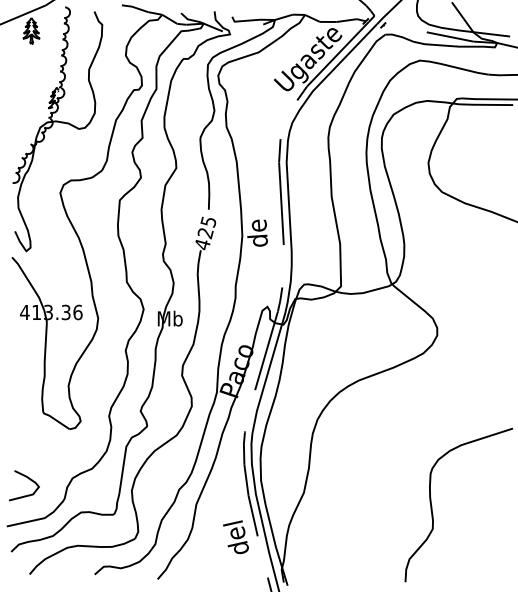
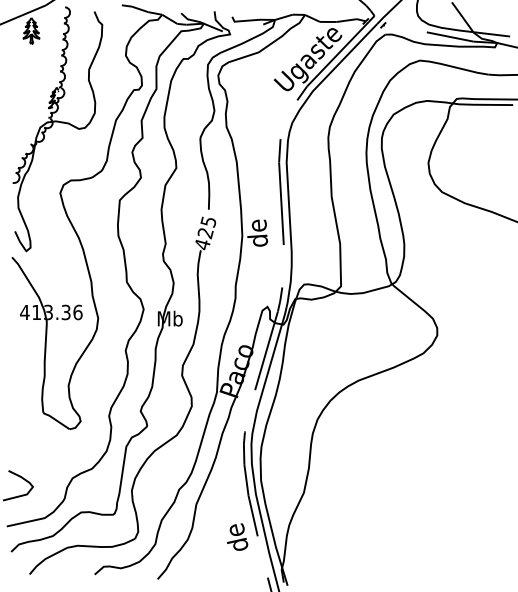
curve at (28, 479) position: (28, 479) -> (22, 479)
curve at (432, 506): present -> none
text at (235, 537): del -> de
